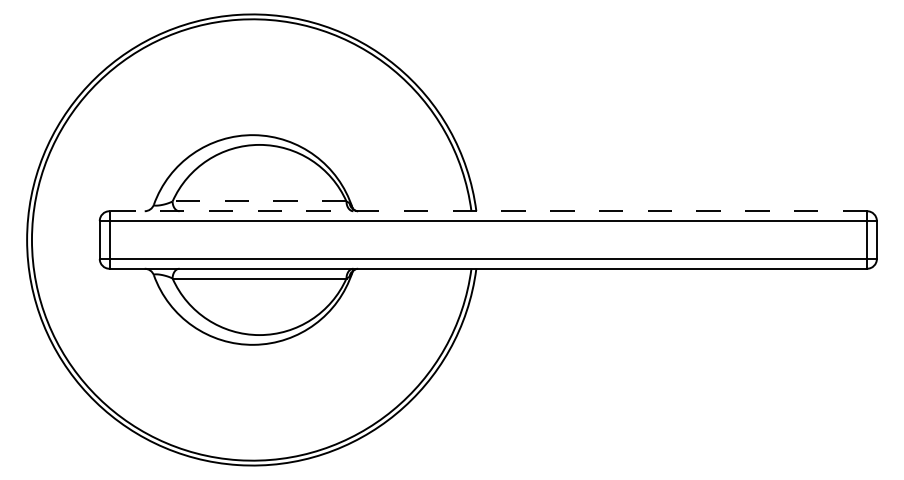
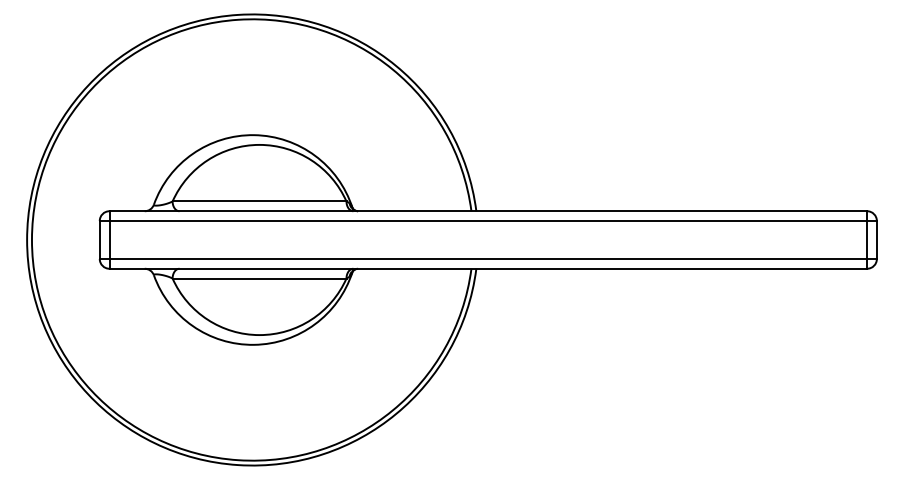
line at (259, 201): dashed -> solid
line at (488, 211): dashed -> solid
